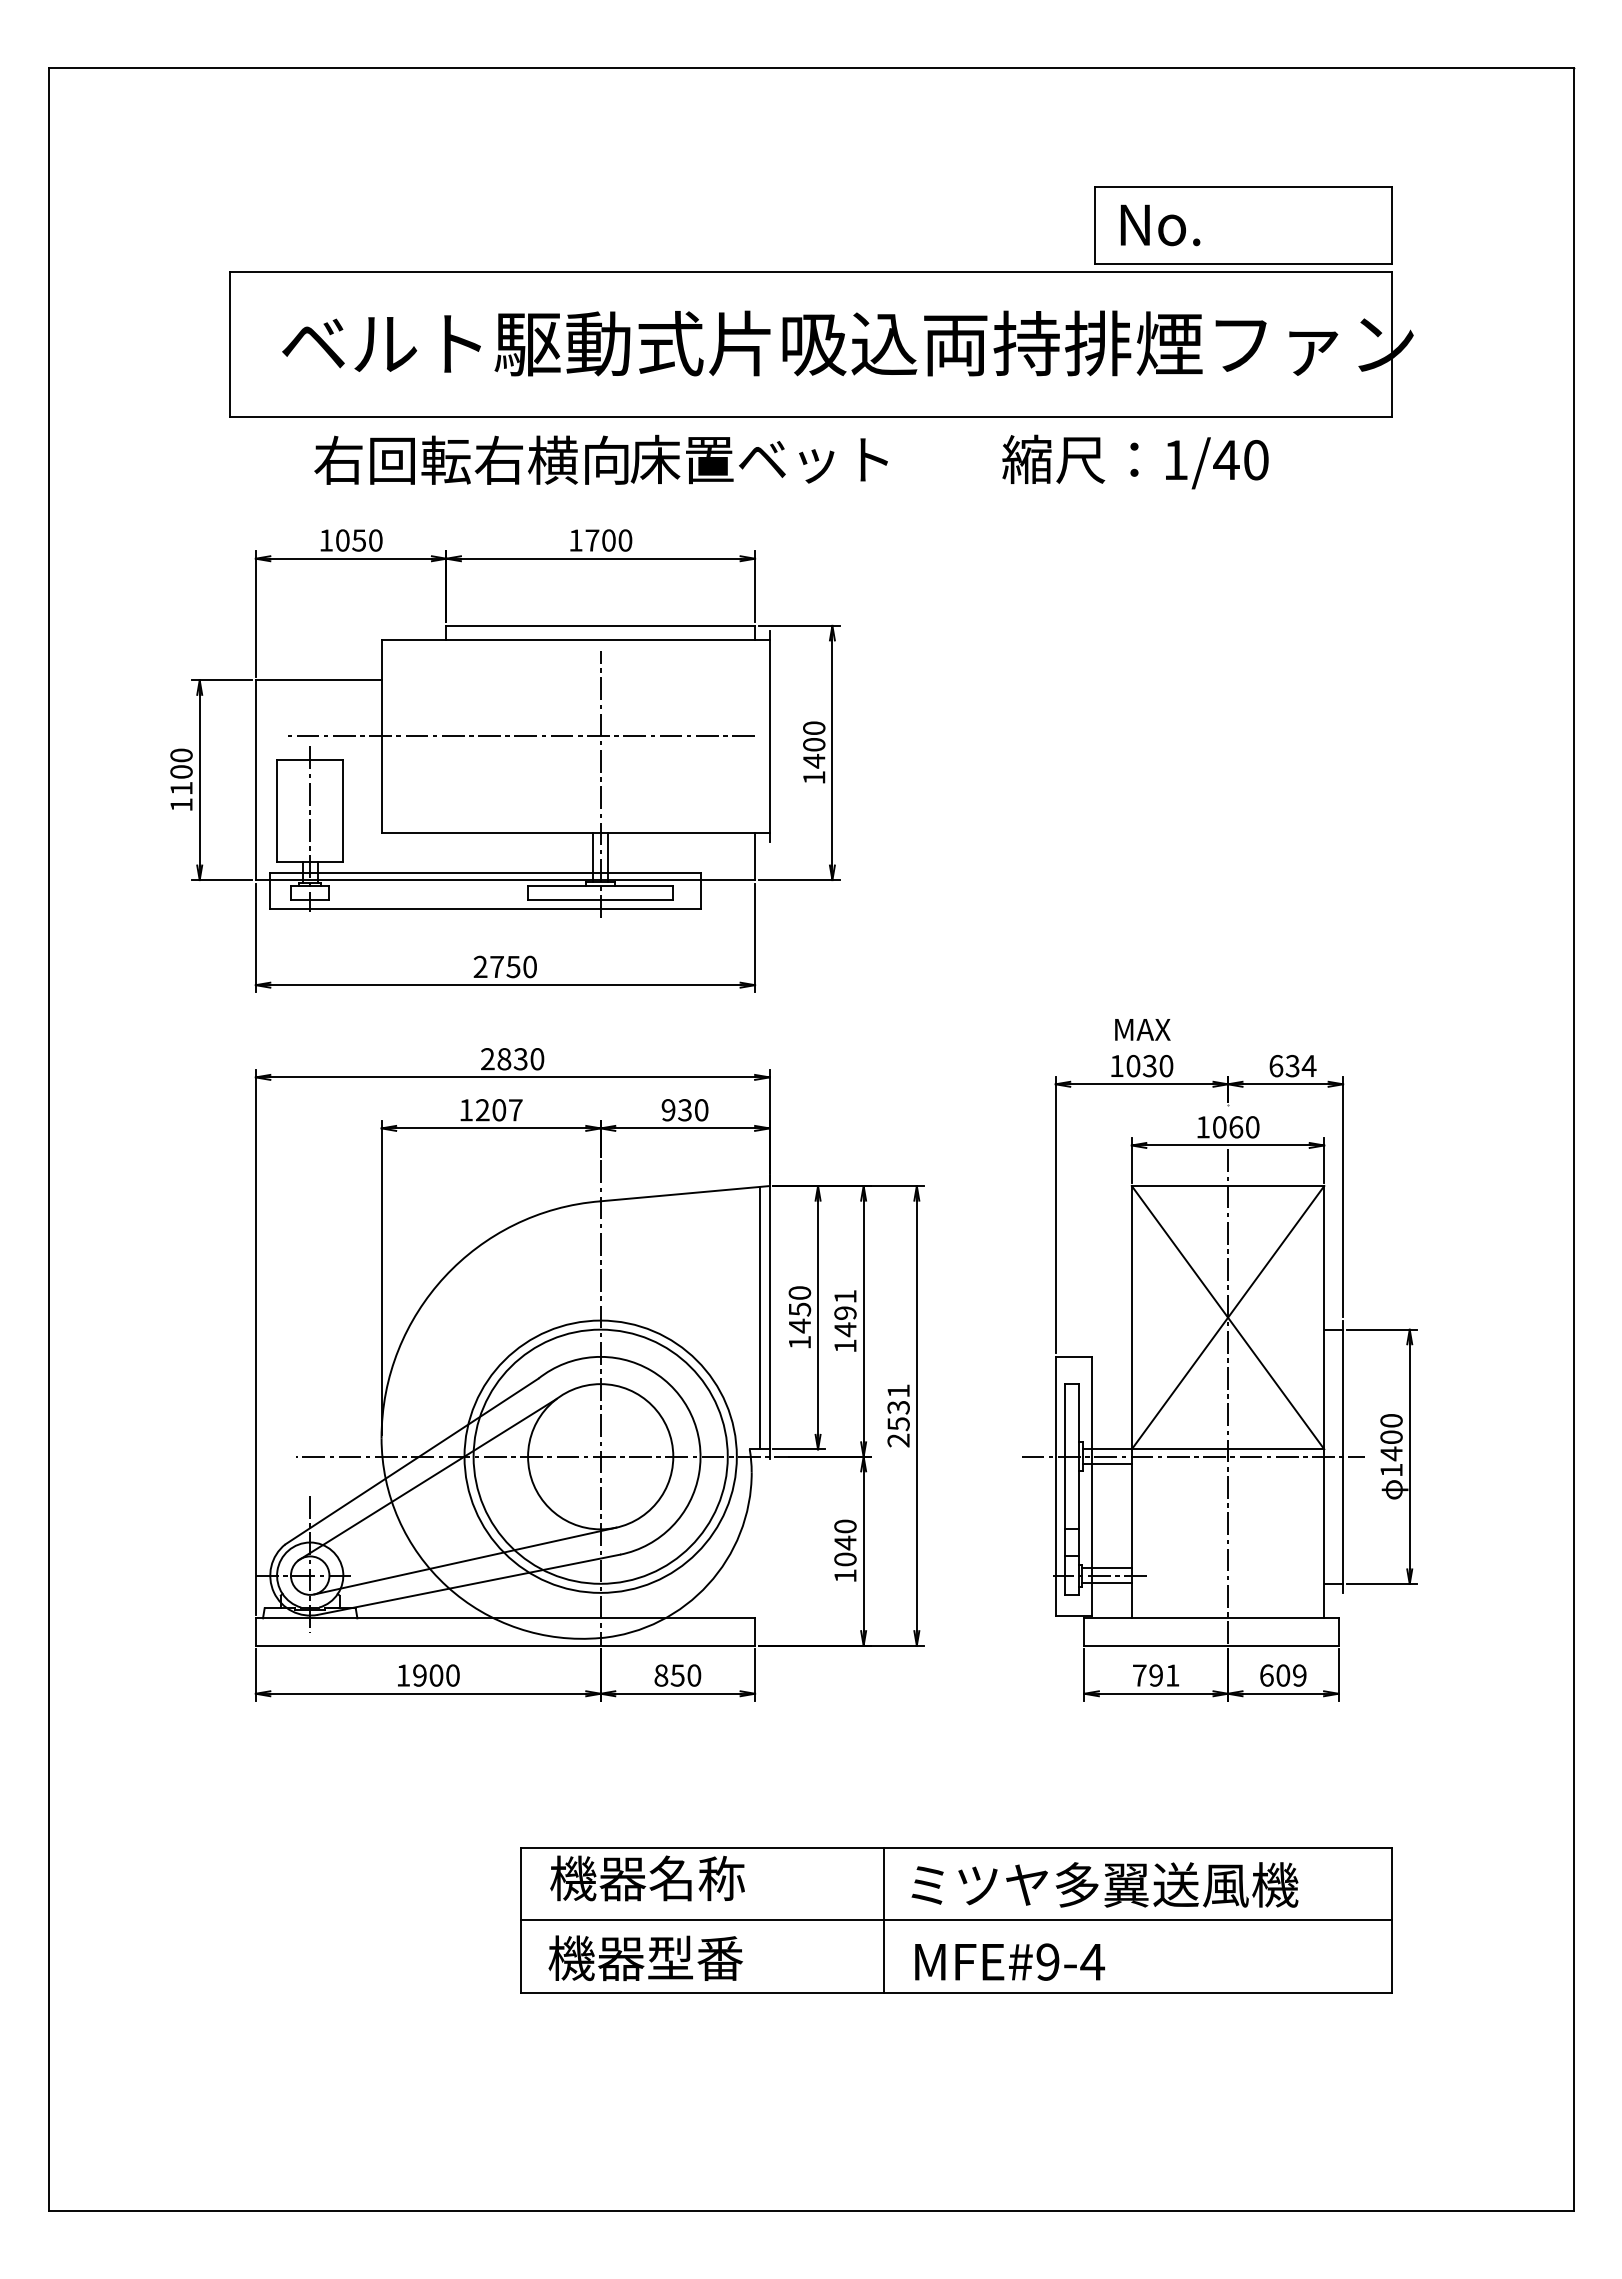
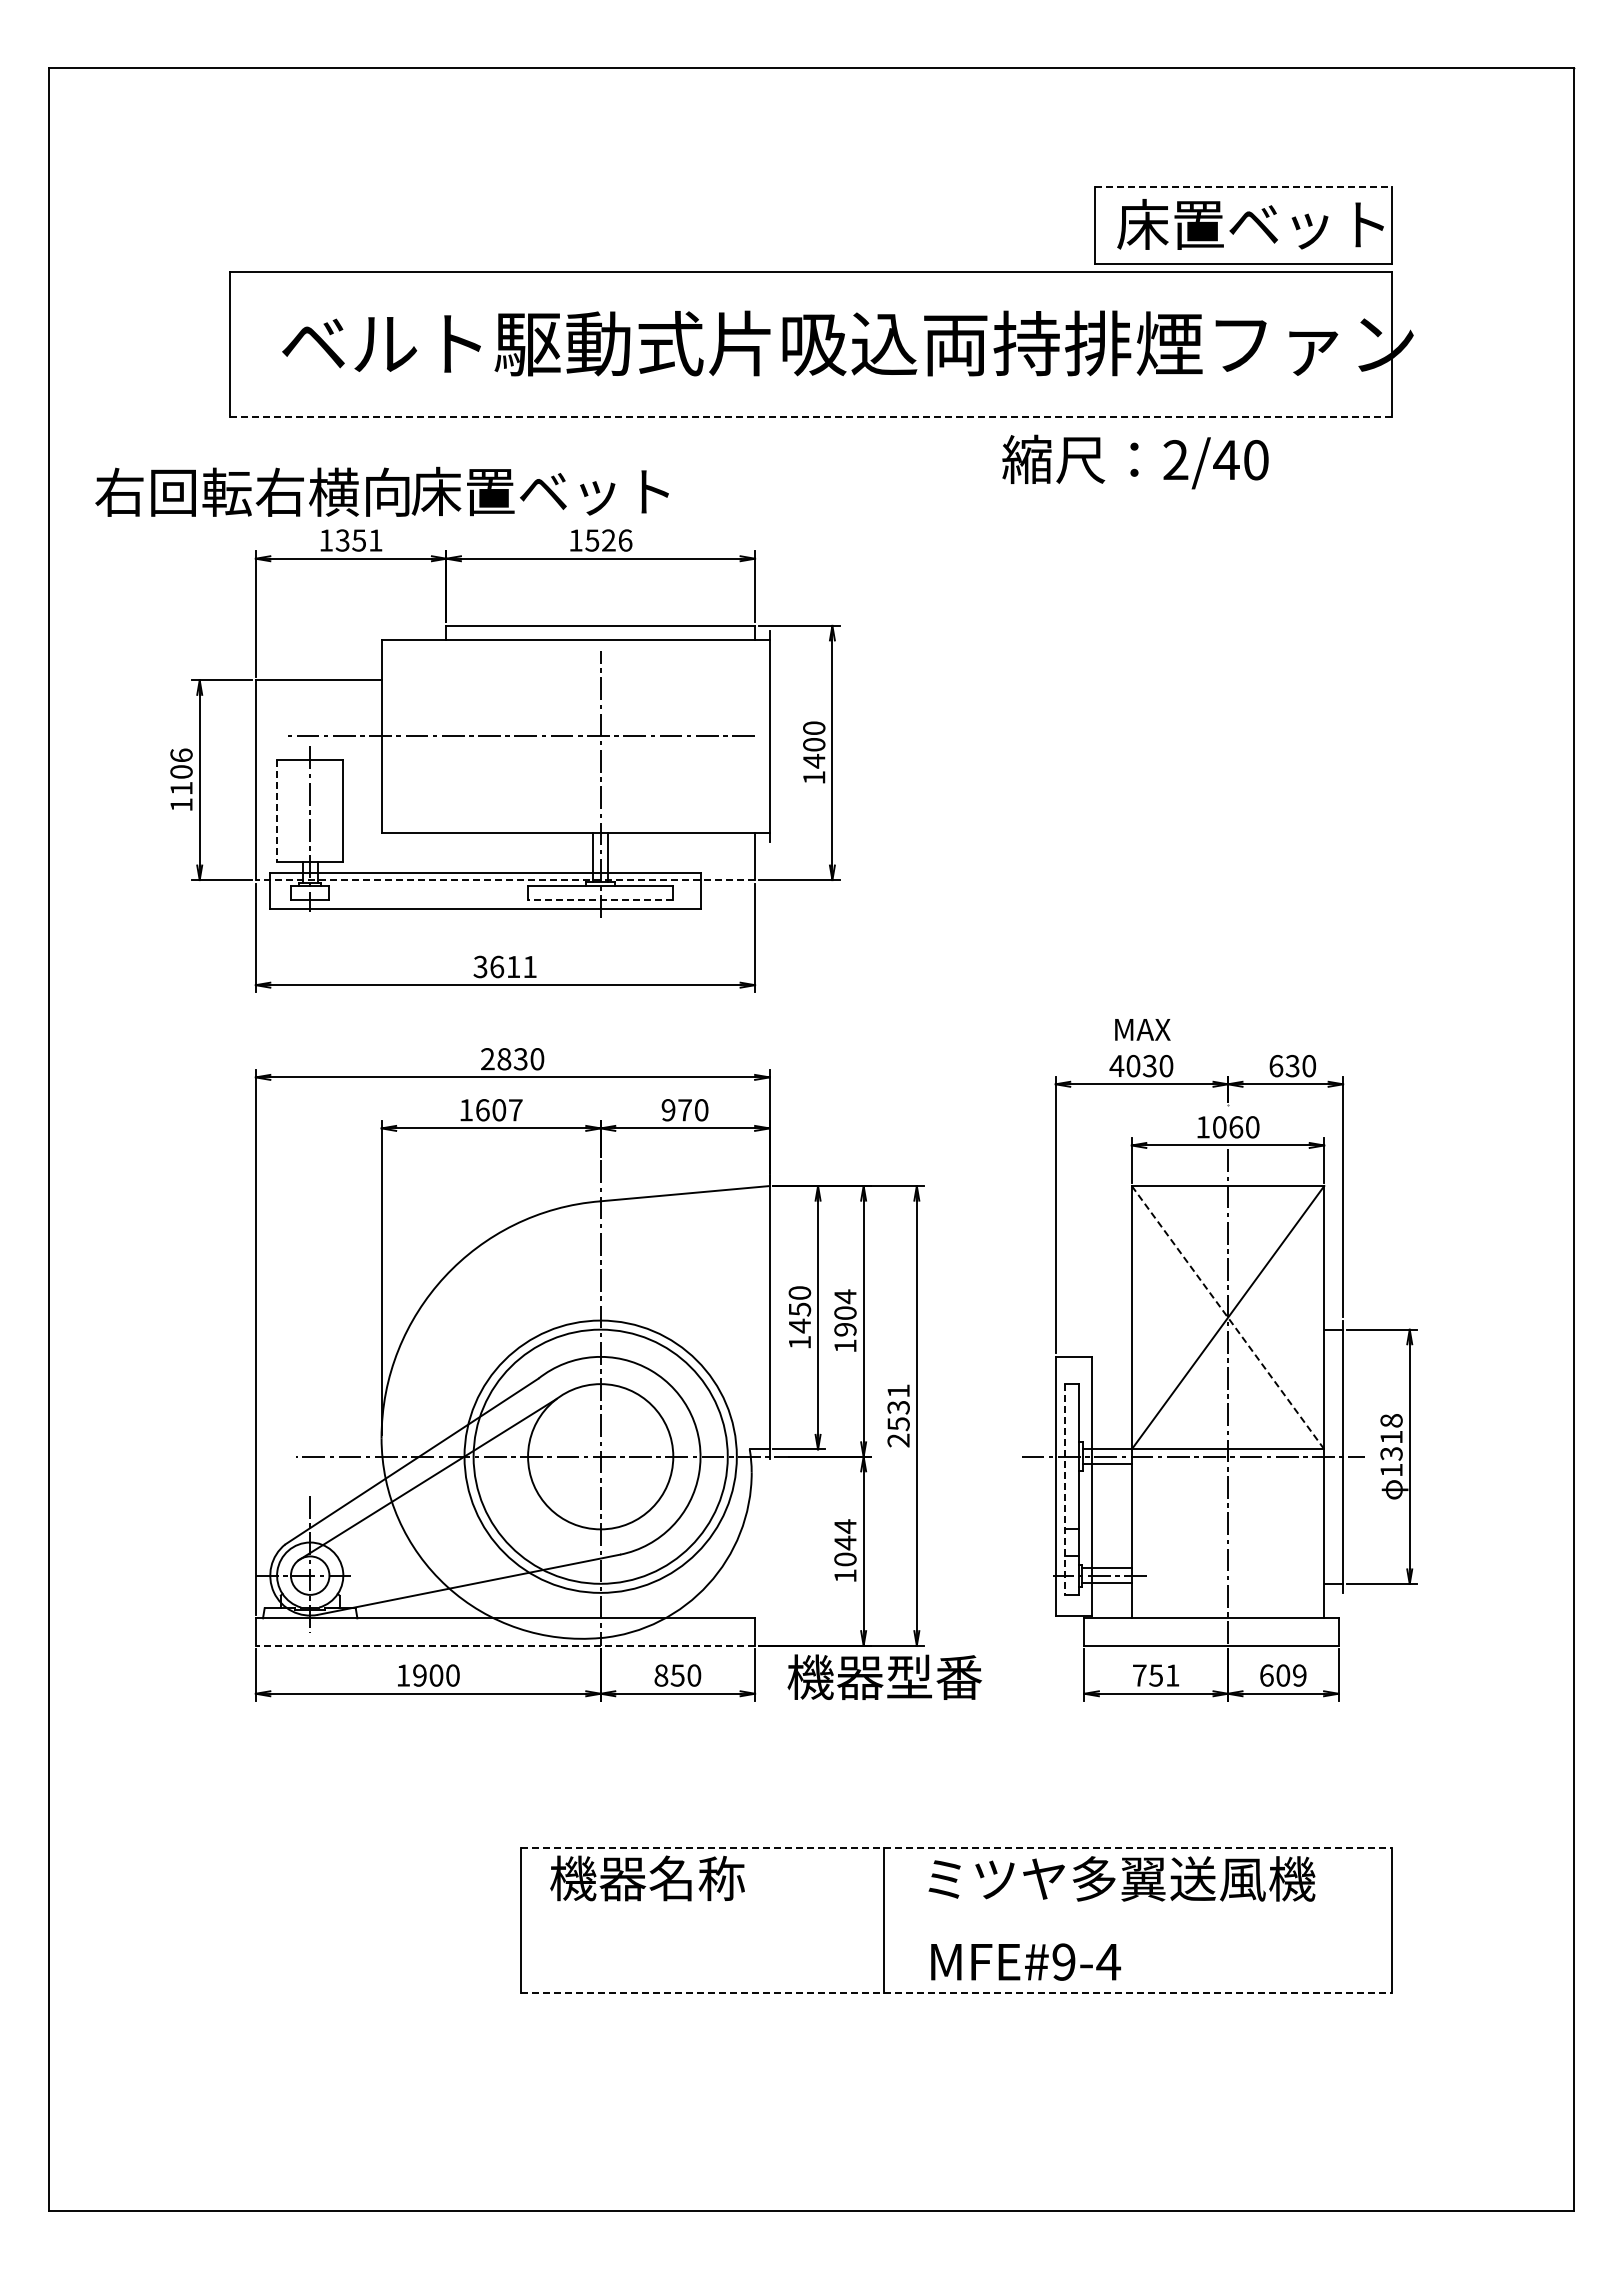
line at (1243, 186): solid -> dashed
text at (1250, 224): No. -> 床置ベット
line at (811, 417): solid -> dashed
text at (600, 459) position: (600, 459) -> (381, 491)
text at (1175, 459): 1/40 -> 2/40
text at (358, 540): 1050 -> 1351
text at (608, 540): 1700 -> 1526
text at (181, 755): 1100 -> 1106
line at (277, 811): solid -> dashed
line at (505, 880): solid -> dashed
line at (600, 899): solid -> dashed
text at (504, 966): 2750 -> 3611
text at (1116, 1065): 1030 -> 4030
text at (1308, 1065): 634 -> 630
text at (482, 1110): 1207 -> 1607
text at (684, 1110): 930 -> 970
text at (845, 1313): 1491 -> 1904
line at (760, 1317): present -> none
line at (1228, 1318): solid -> dashed
text at (1391, 1437): 1400 -> 1318
line at (1064, 1490): solid -> dashed
text at (845, 1526): 1040 -> 1044
line at (465, 1560): present -> none
line at (505, 1645): solid -> dashed
text at (1155, 1675): 791 -> 751
line at (956, 1847): solid -> dashed
text at (1104, 1884) position: (1104, 1884) -> (1121, 1878)
line at (955, 1920): present -> none
text at (645, 1957) position: (645, 1957) -> (884, 1676)
text at (1009, 1961) position: (1009, 1961) -> (1025, 1961)
line at (956, 1992): solid -> dashed
